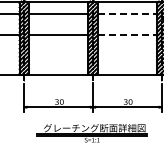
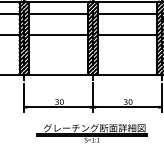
line at (127, 14): dashed -> solid
line at (127, 34): dashed -> solid
